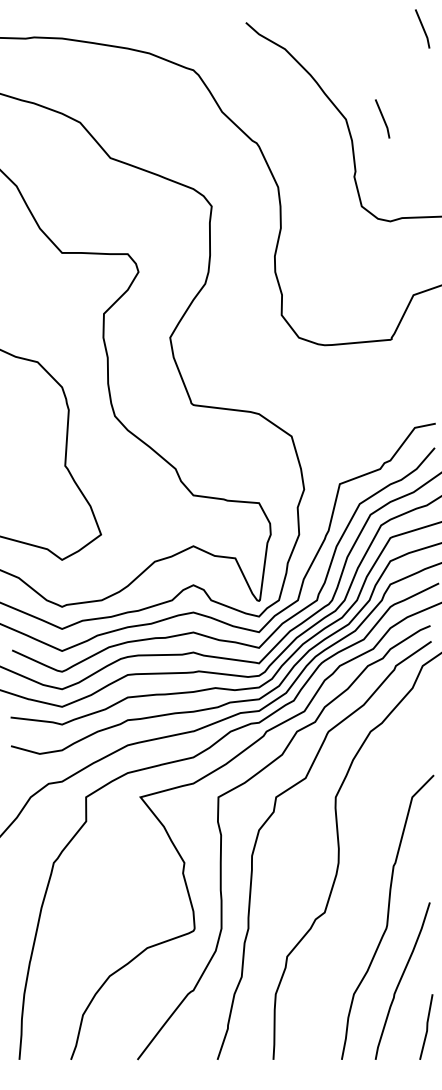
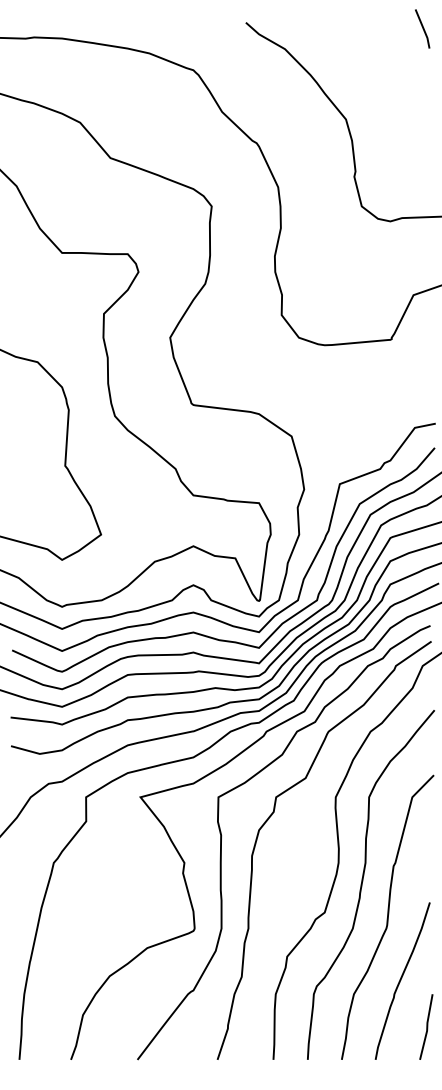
line at (382, 118): present -> none
curve at (363, 881): none -> present
